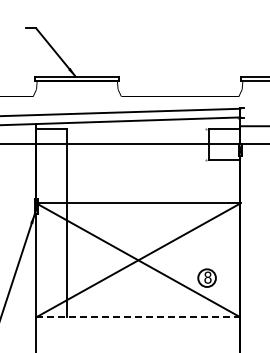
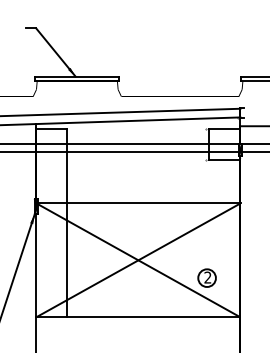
line at (134, 152): none -> present
text at (207, 277): 8 -> 2
line at (138, 317): dashed -> solid
